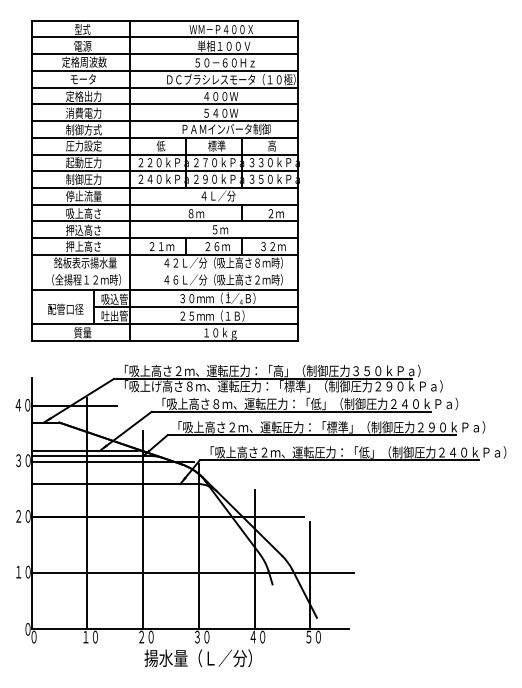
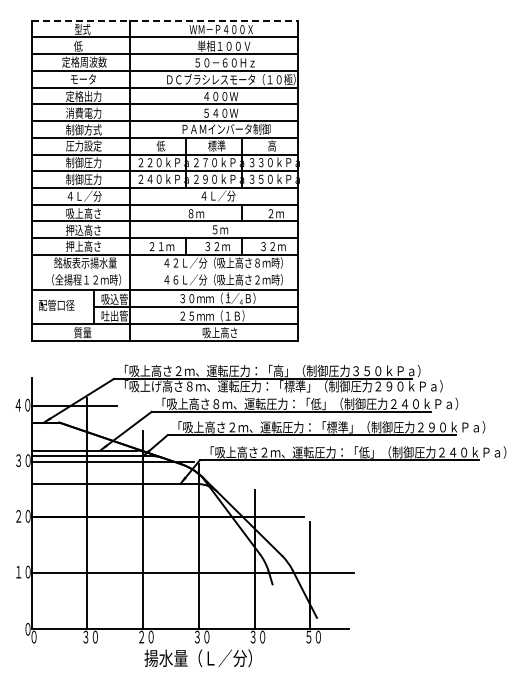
line at (164, 20): solid -> dashed
text at (82, 45): 電源 -> 低
text at (74, 162): 起動圧力 -> 制御圧力
text at (83, 195): 停止流量 -> ４Ｌ／分
text at (212, 246): ２６ｍ -> ３２ｍ
text at (65, 308) position: (65, 308) -> (56, 304)
text at (219, 333): １０ｋｇ -> 吸上高さ
text at (85, 636): １０ -> ３０
text at (252, 636): ４０ -> ３０
